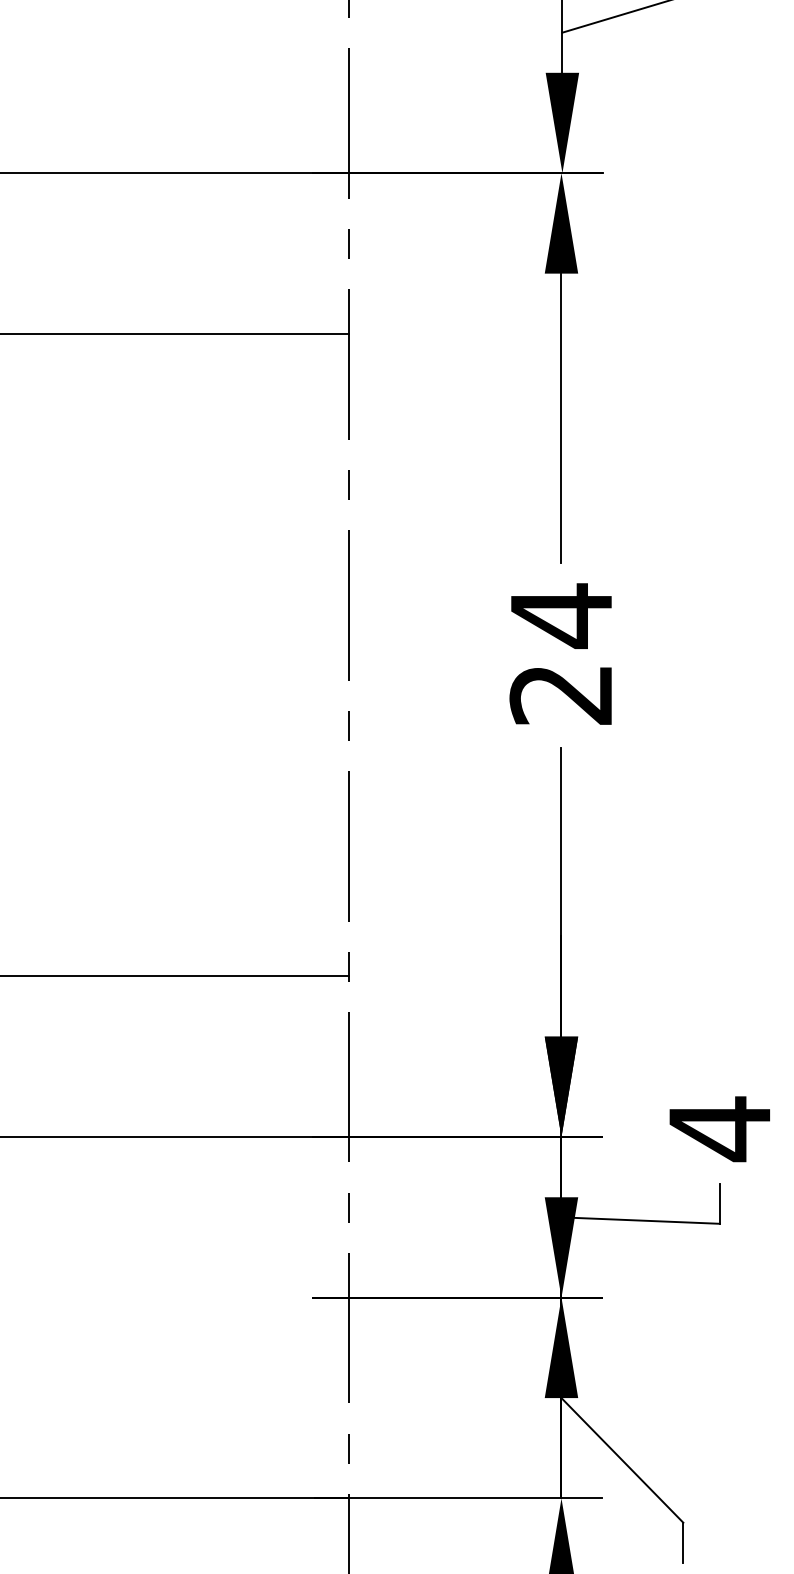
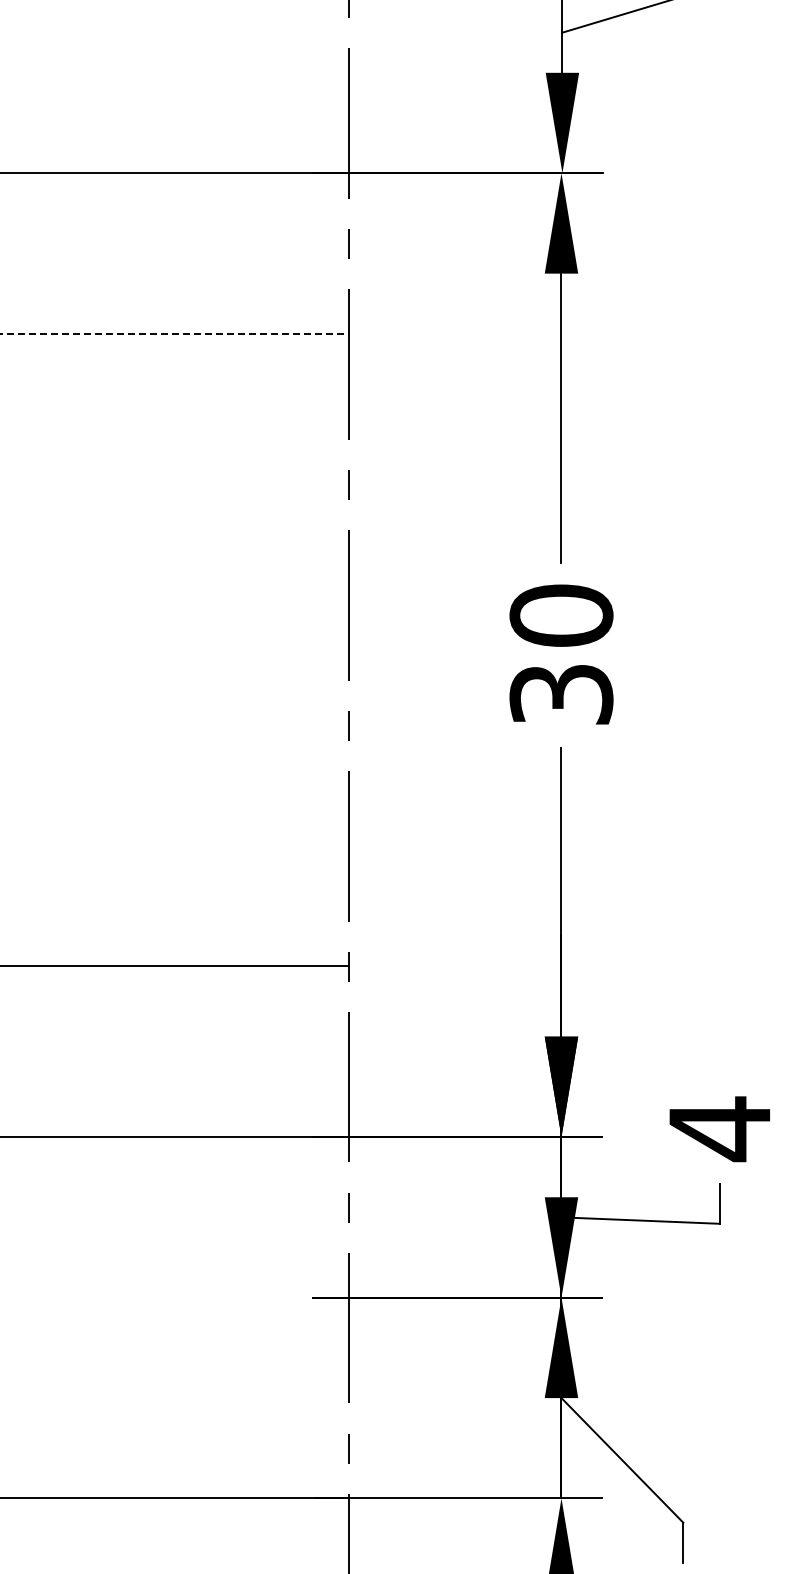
line at (175, 333): solid -> dashed
text at (561, 653): 24 -> 30
line at (175, 976) position: (175, 976) -> (175, 966)
